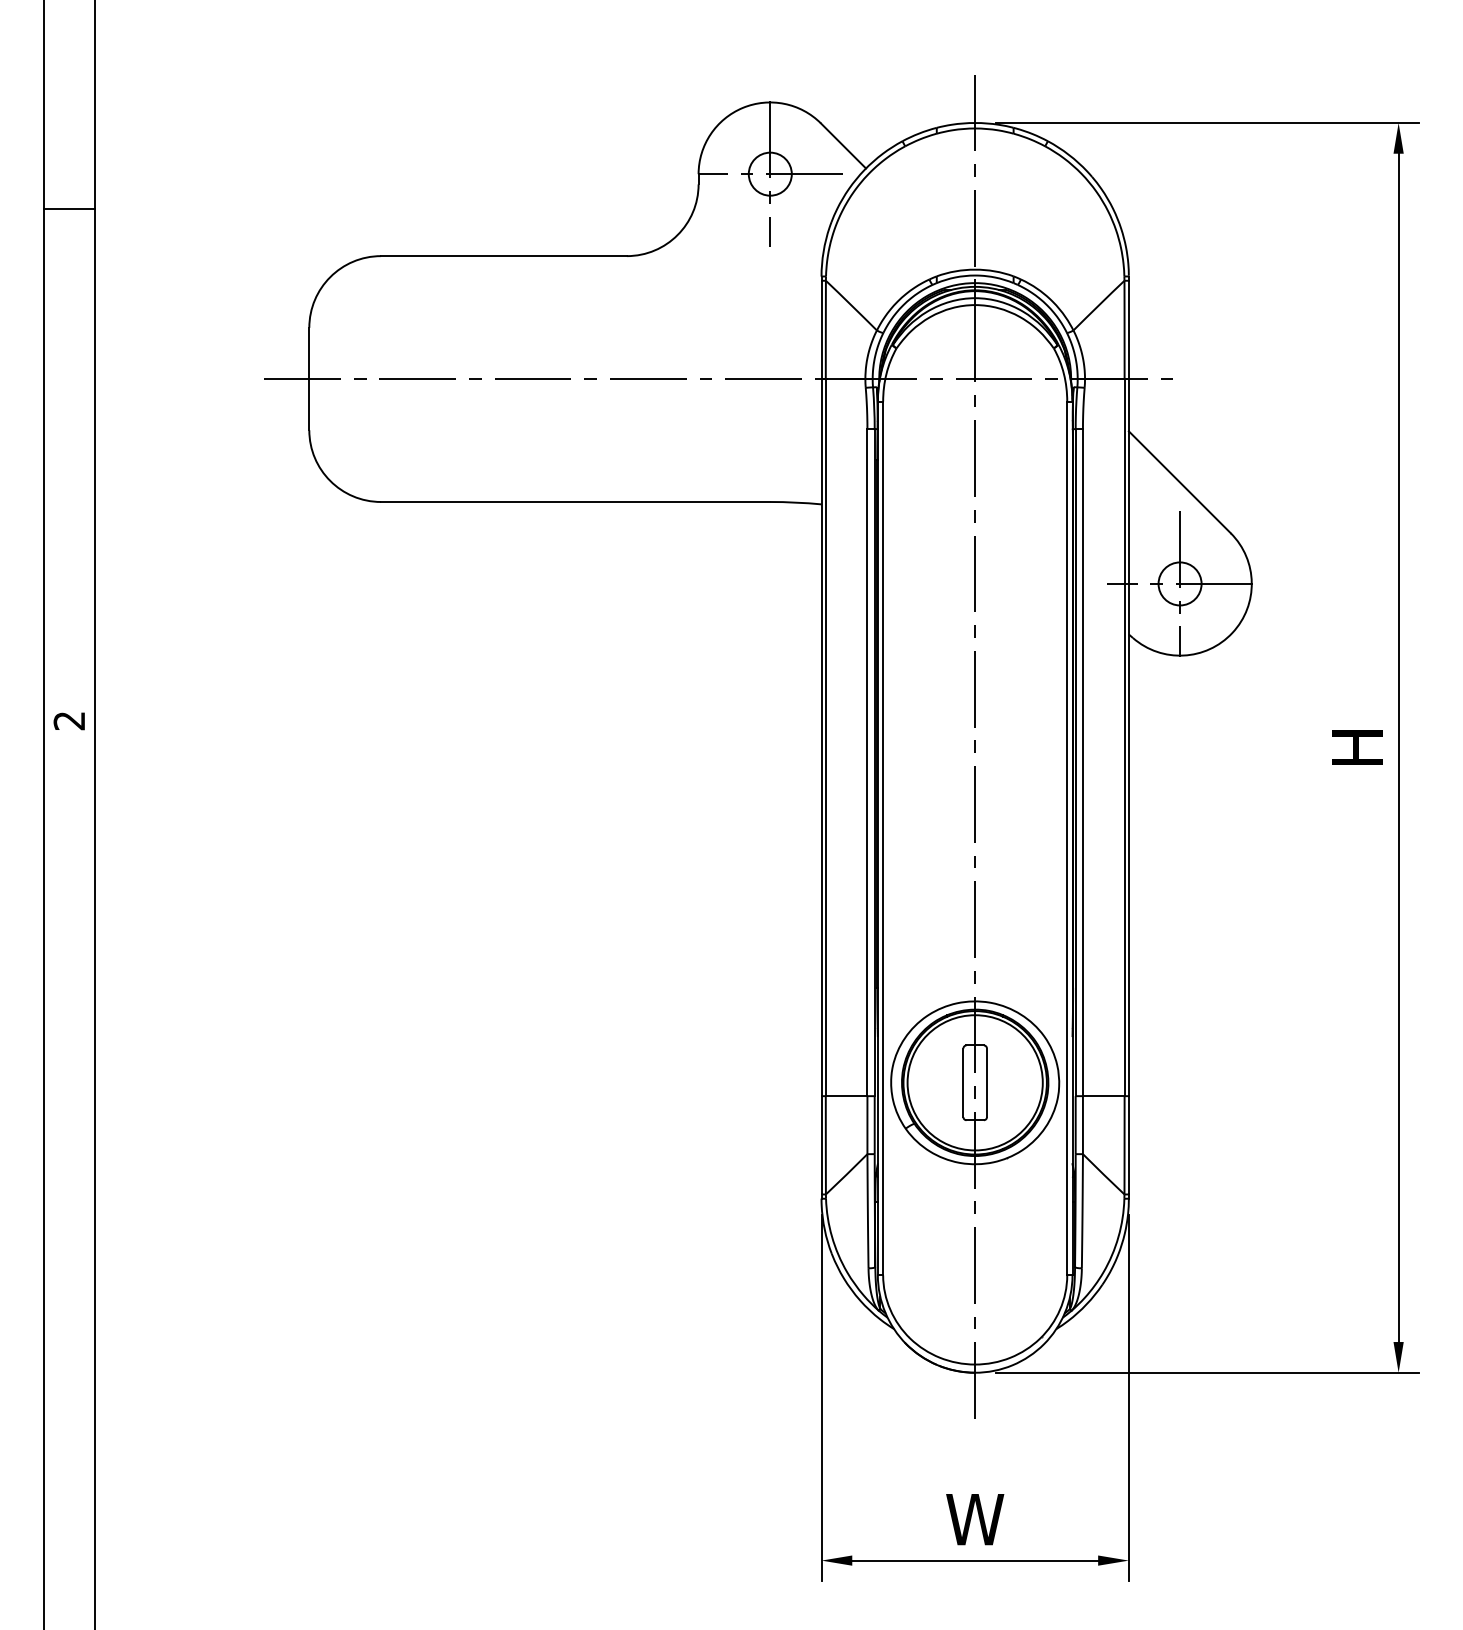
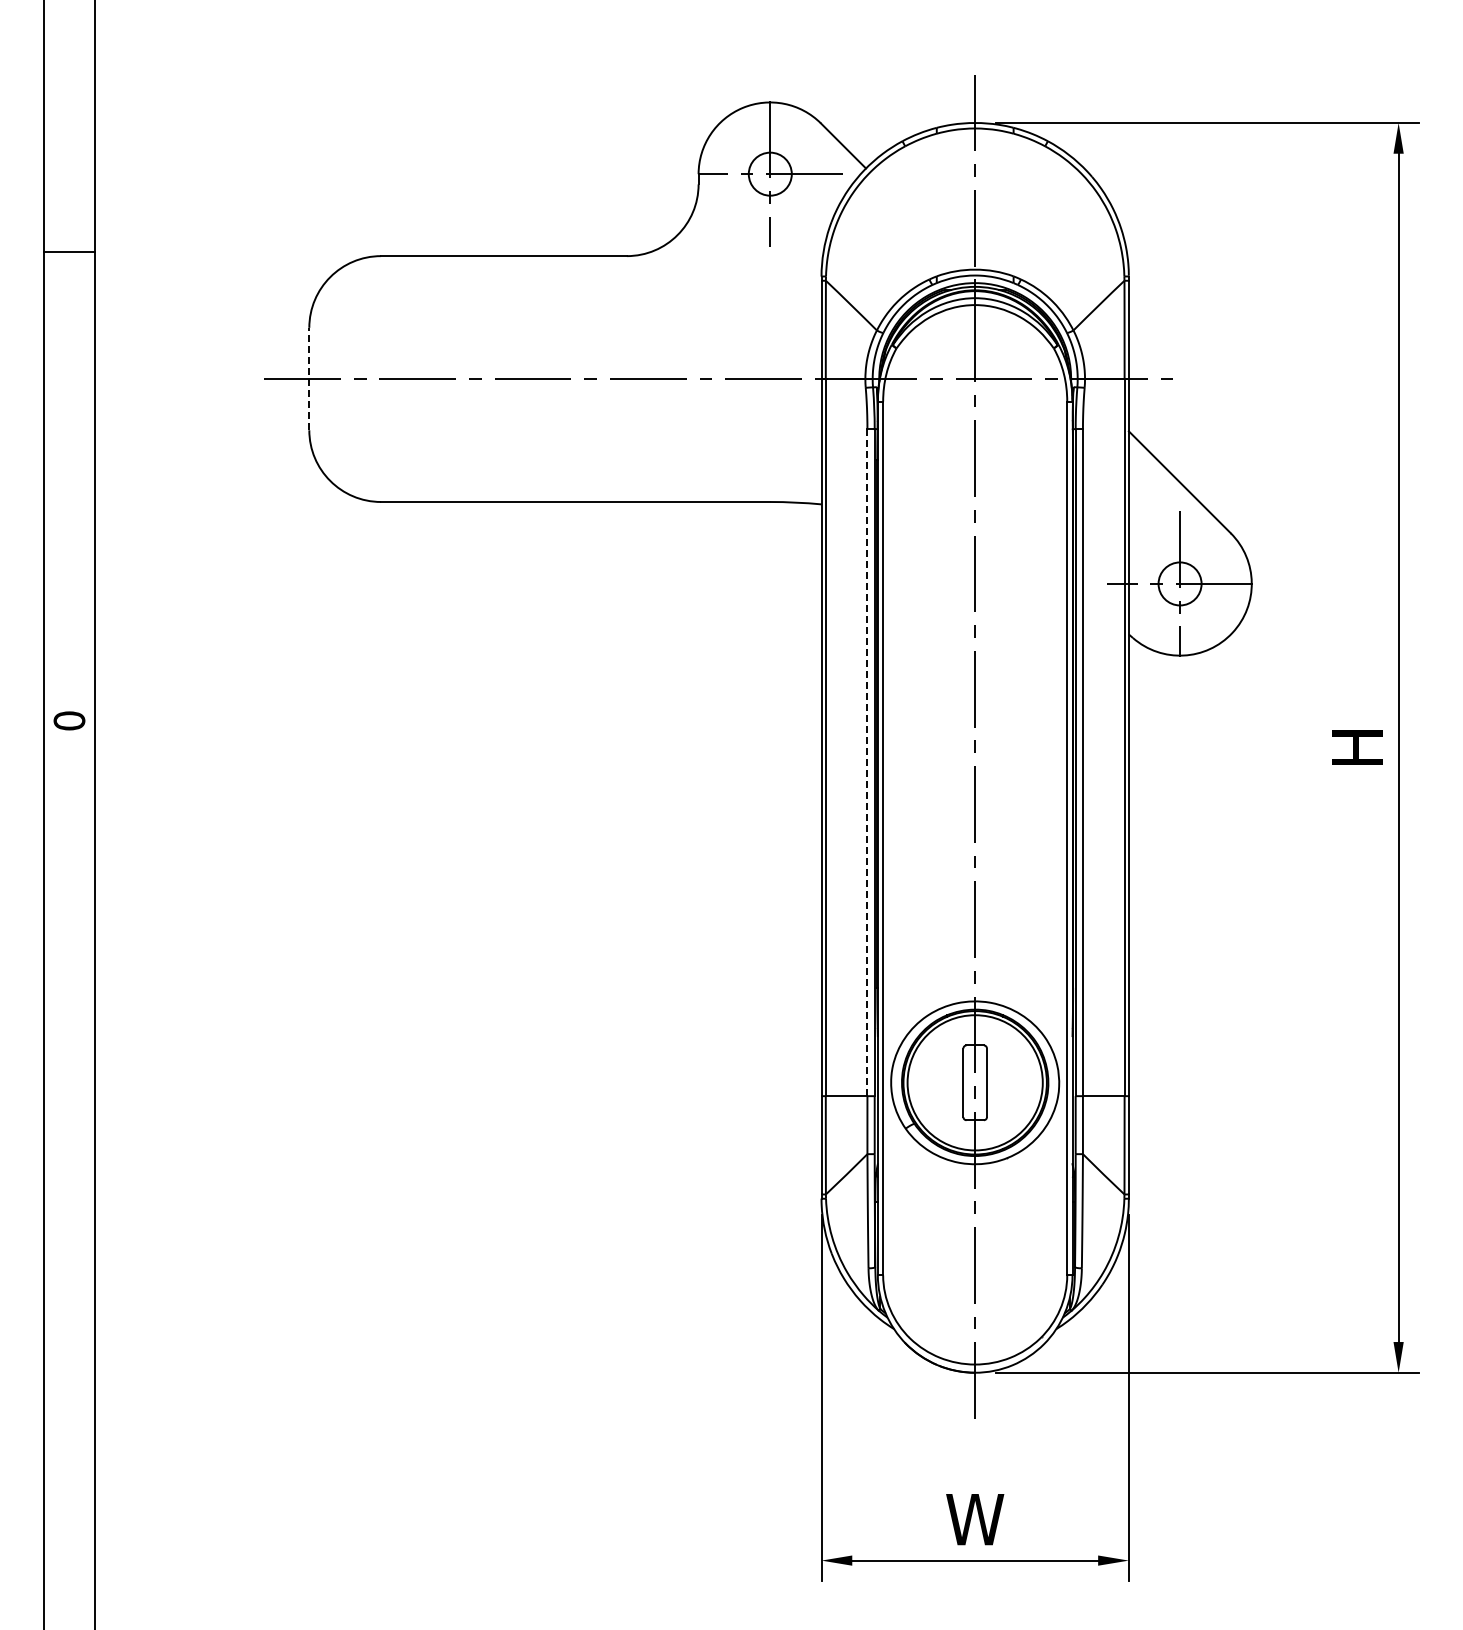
line at (69, 208) position: (69, 208) -> (69, 251)
line at (309, 378): solid -> dashed
text at (69, 720): 2 -> 0
line at (867, 763): solid -> dashed
